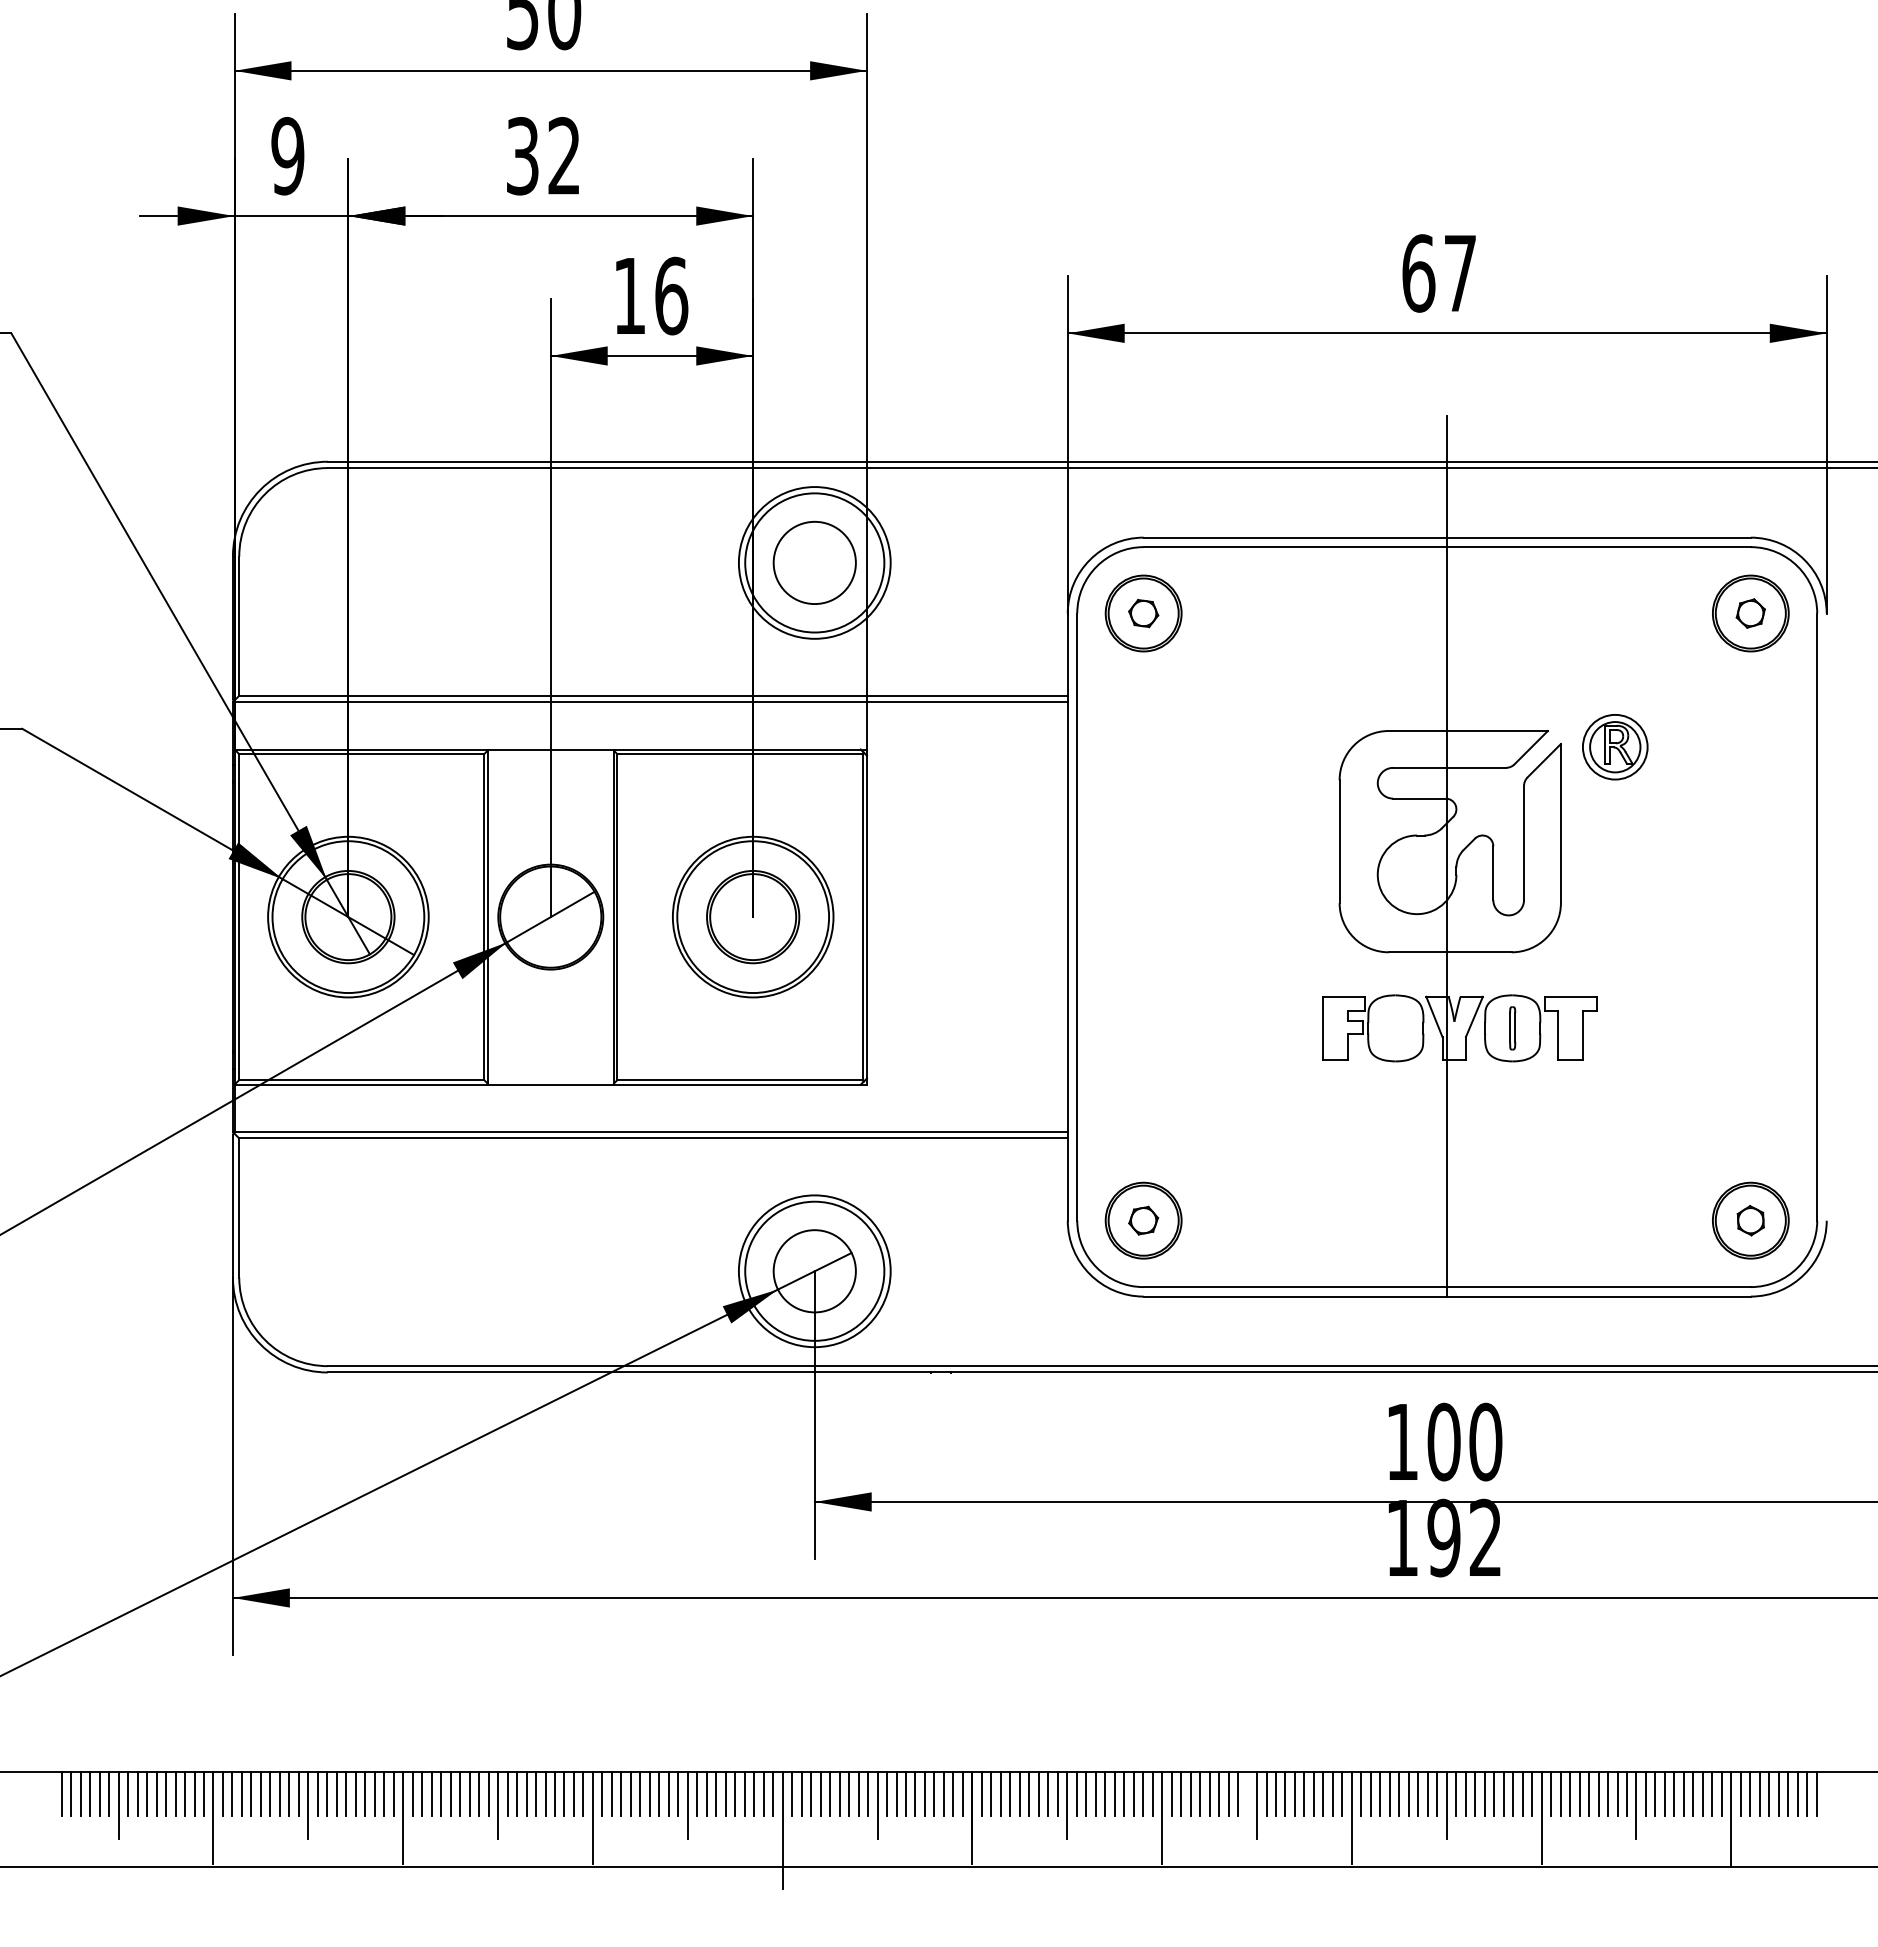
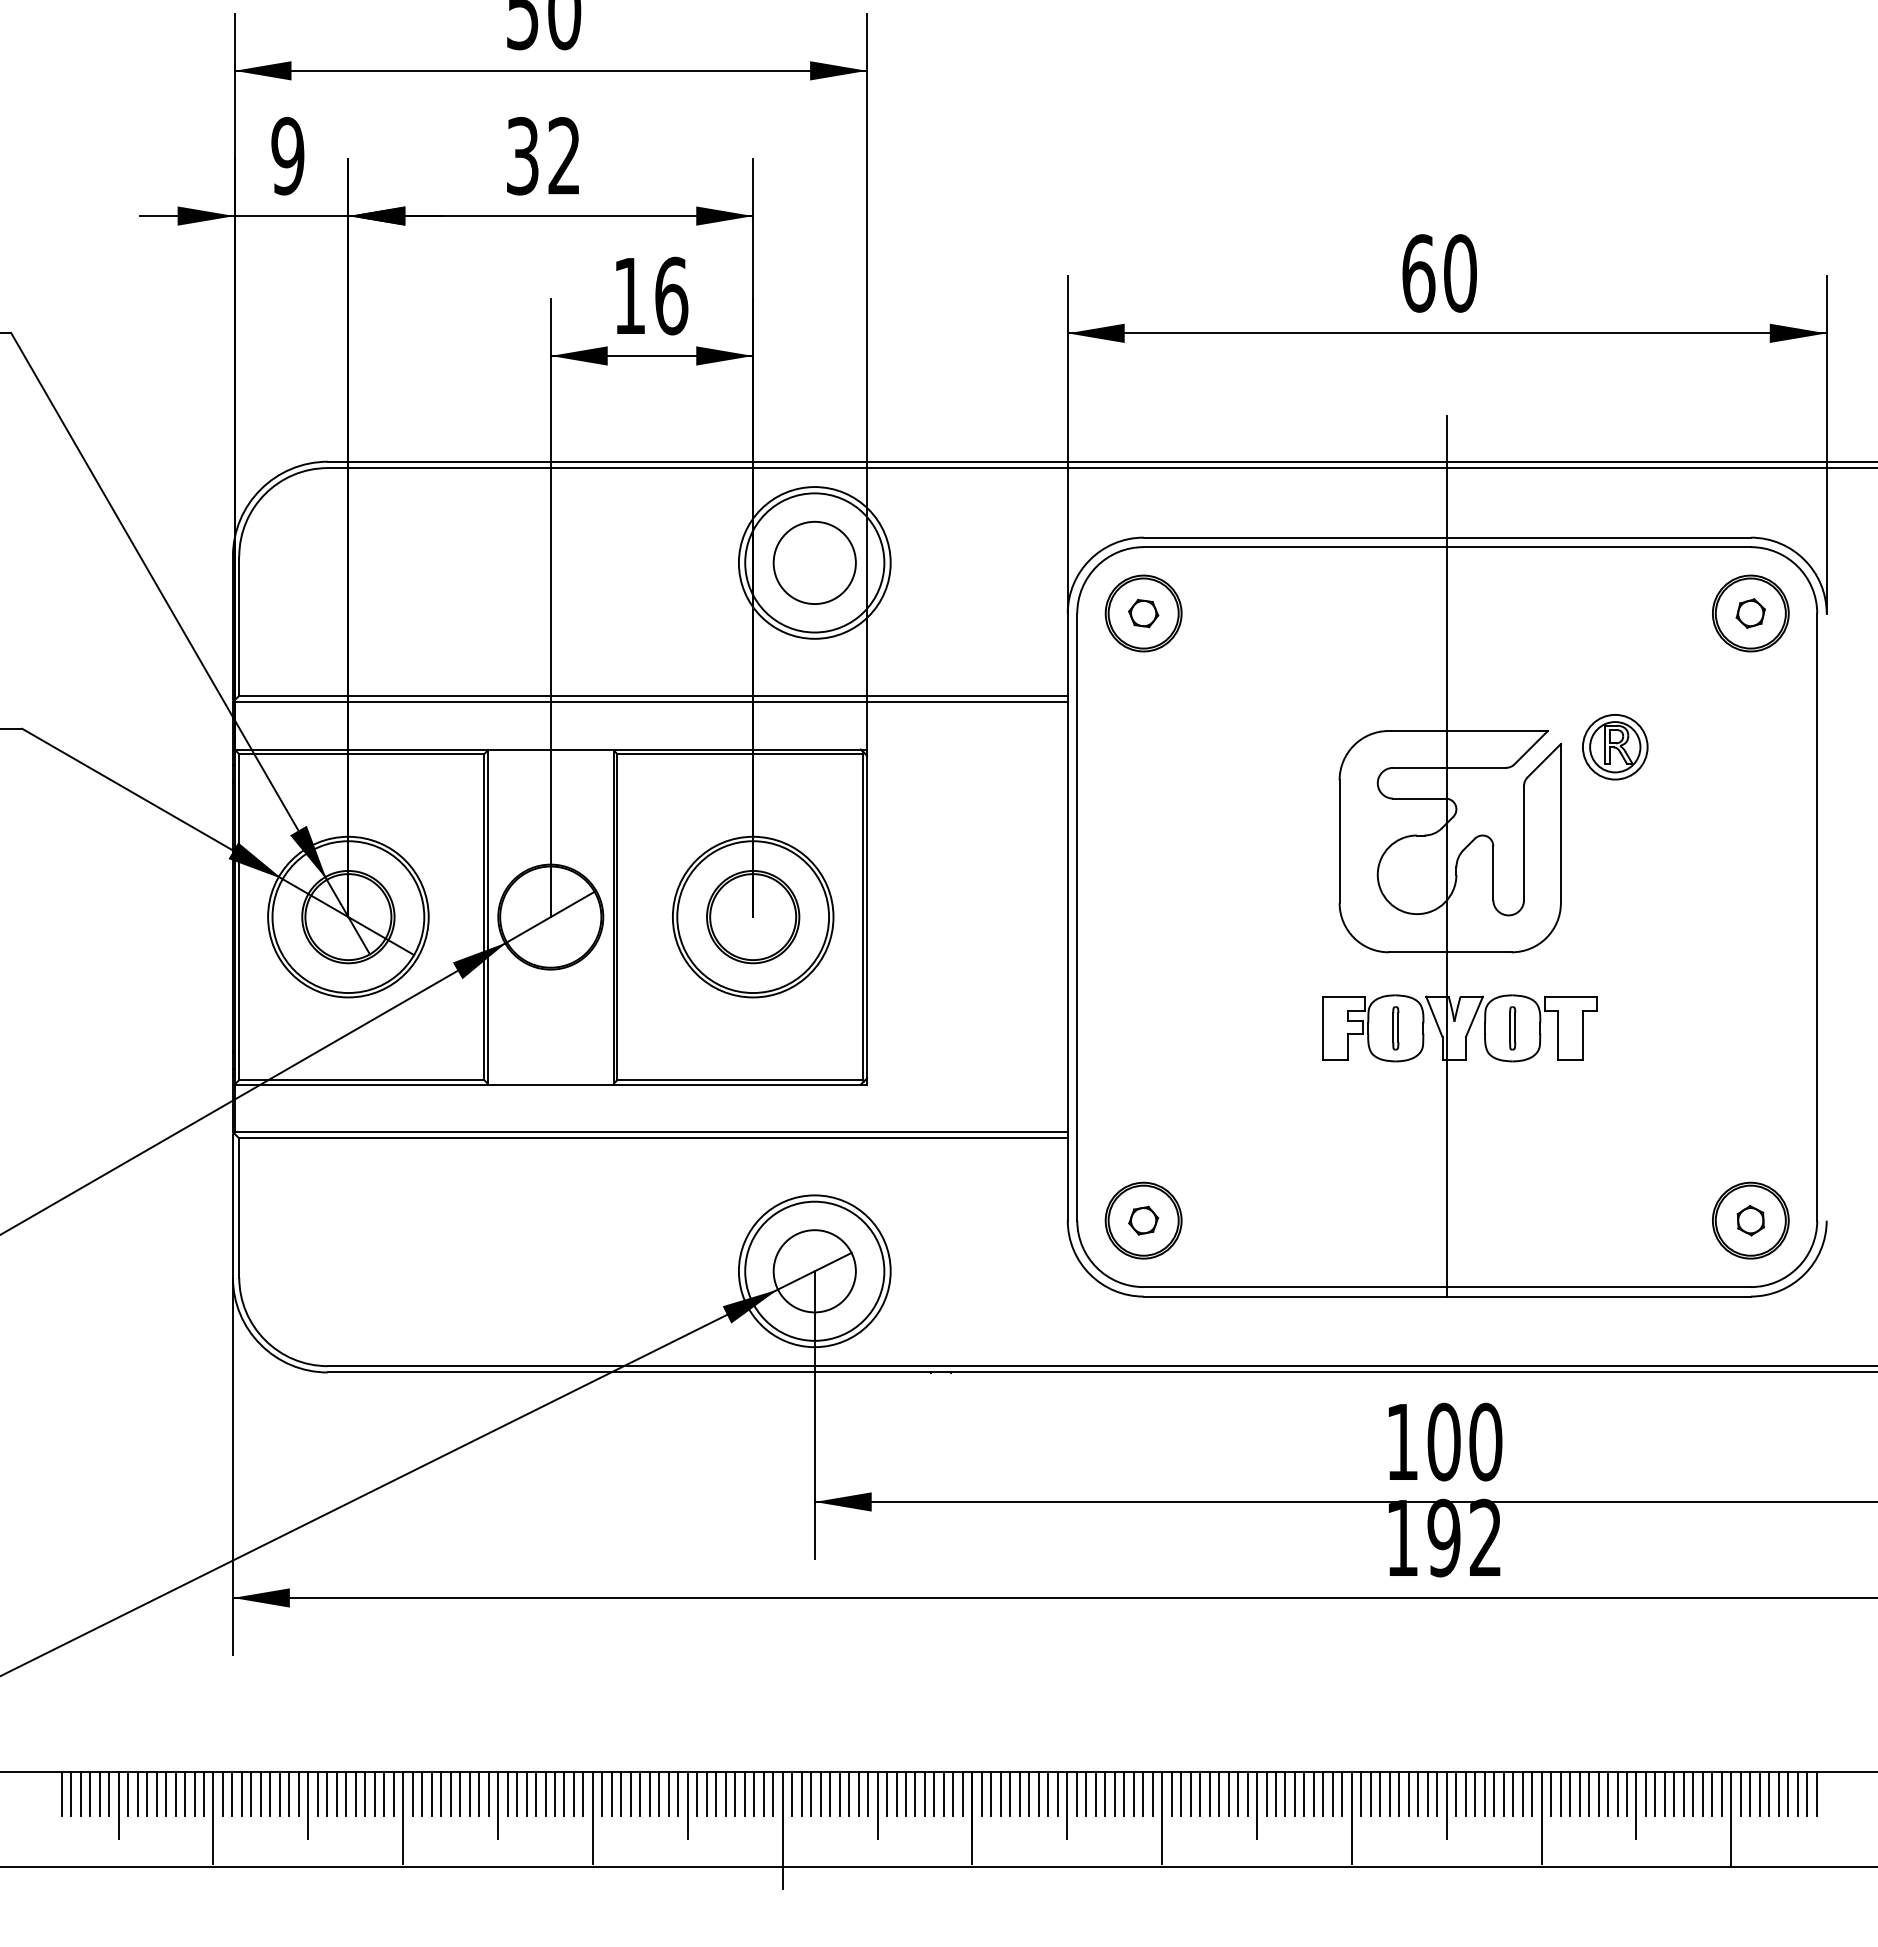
text at (1460, 273): 67 -> 60
part at (1395, 1028): none -> present
line at (1247, 1794): none -> present
